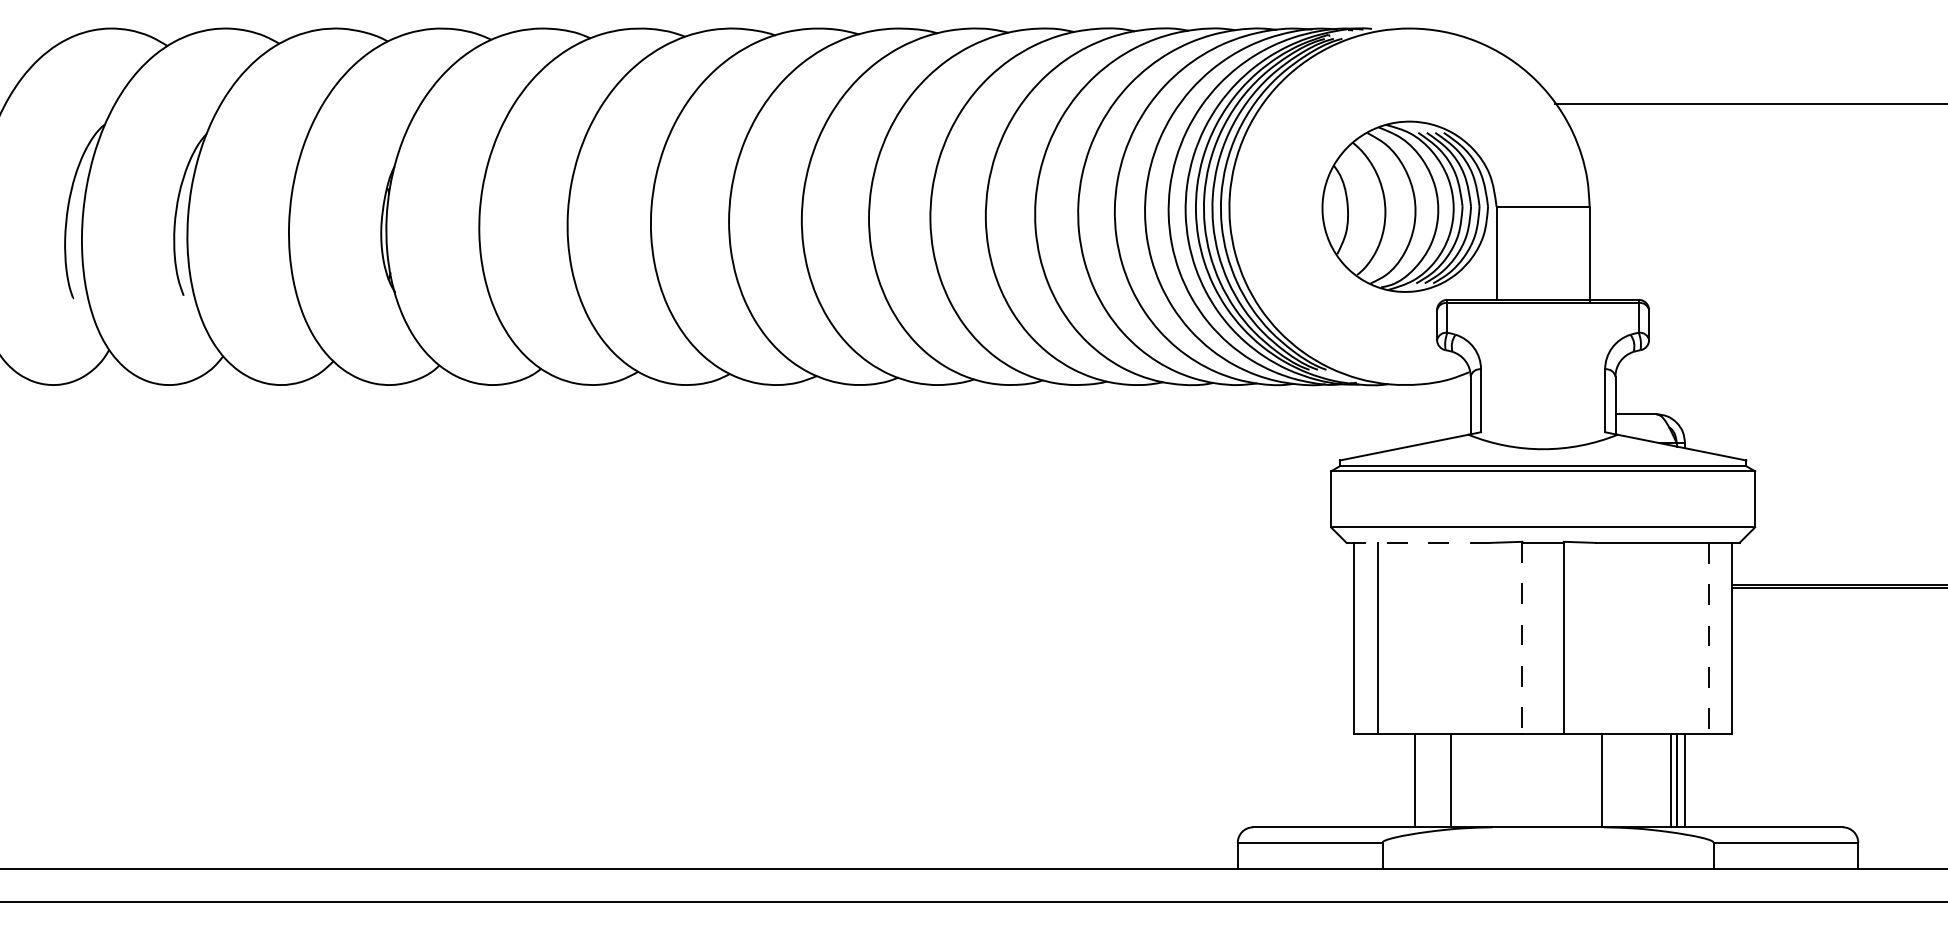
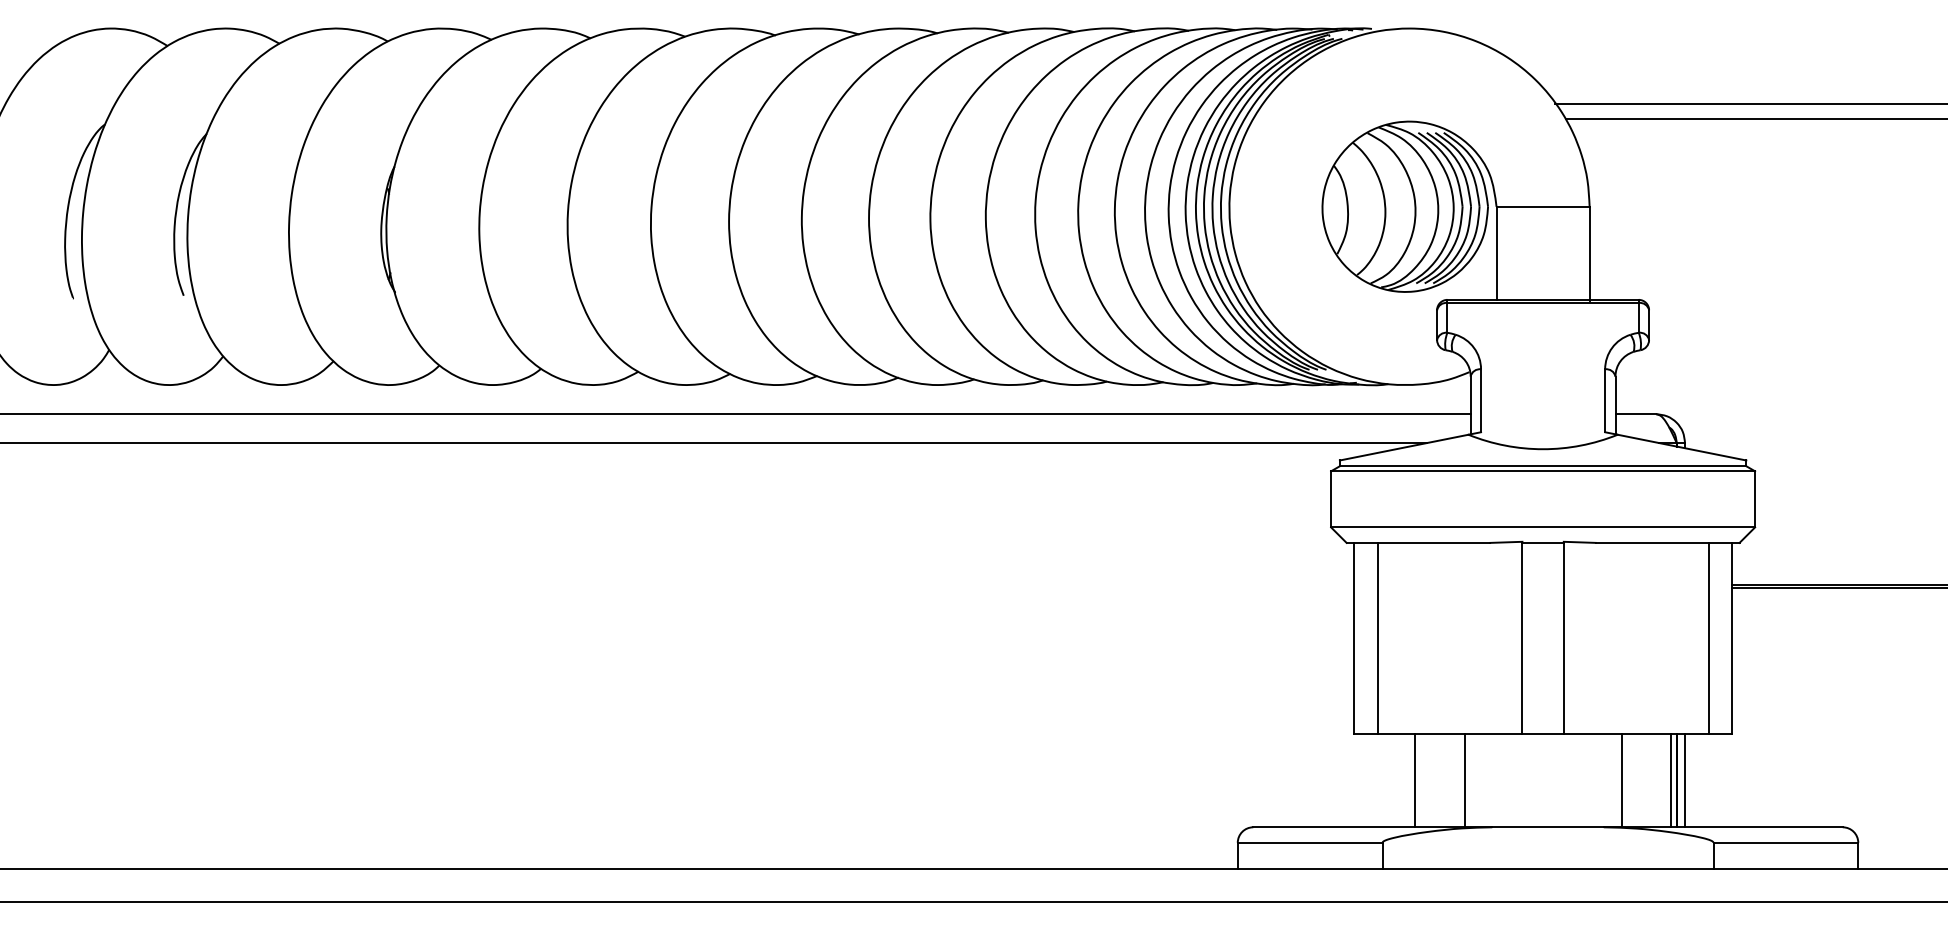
line at (1754, 119): none -> present
line at (736, 414): none -> present
line at (714, 443): none -> present
line at (1418, 542): dashed -> solid
line at (1522, 638): dashed -> solid
line at (1708, 638): dashed -> solid
line at (1450, 780) position: (1450, 780) -> (1464, 780)
line at (1601, 780) position: (1601, 780) -> (1621, 780)
